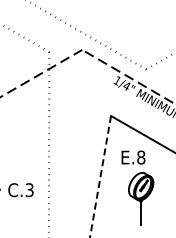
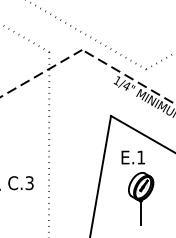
text at (141, 157): E.8 -> E.1
line at (100, 176): dashed -> solid
text at (20, 190) position: (20, 190) -> (20, 183)
